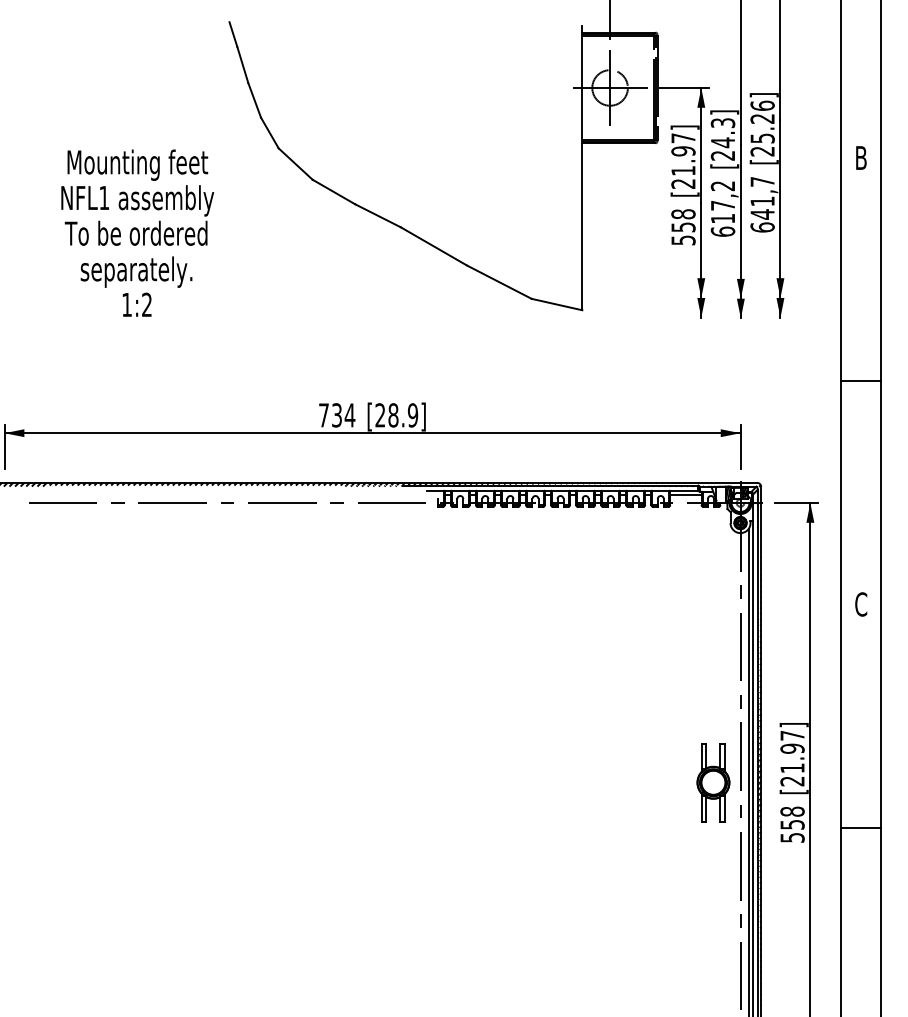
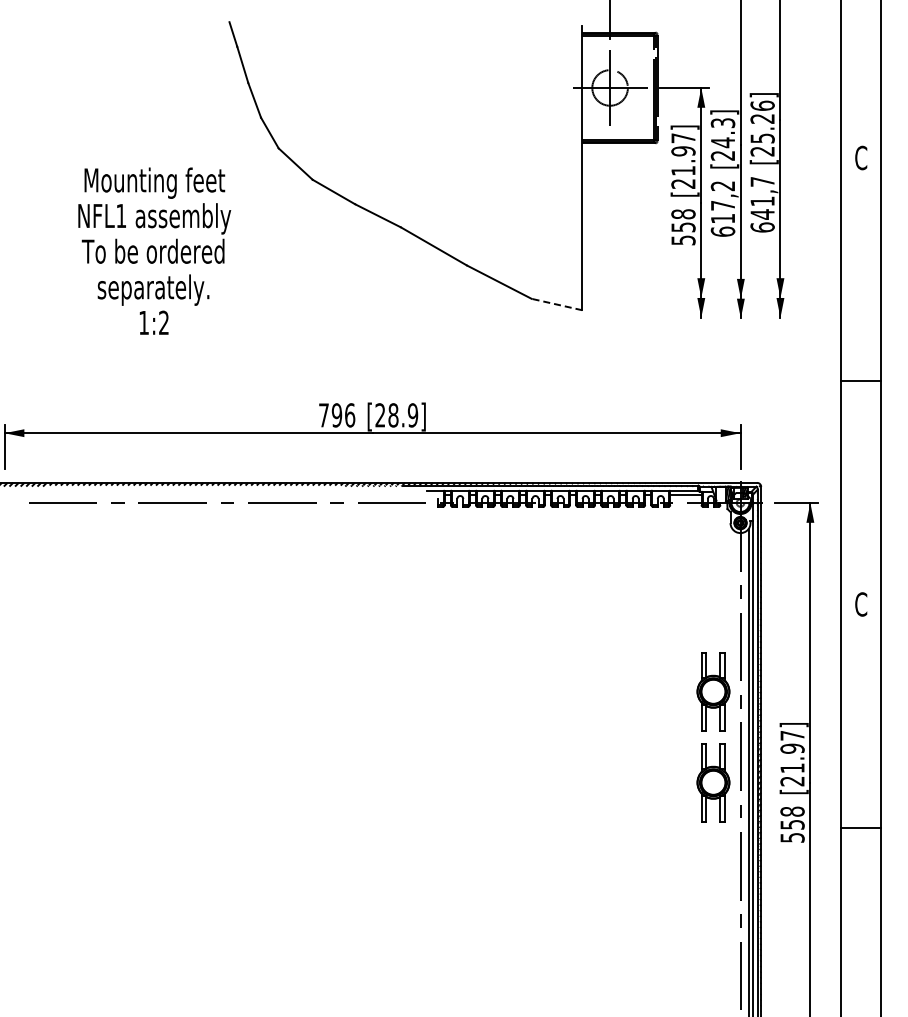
text at (861, 157): B -> C
text at (137, 232) position: (137, 232) -> (154, 250)
line at (557, 304): solid -> dashed
text at (343, 415): 734 -> 796
part at (713, 691): none -> present
